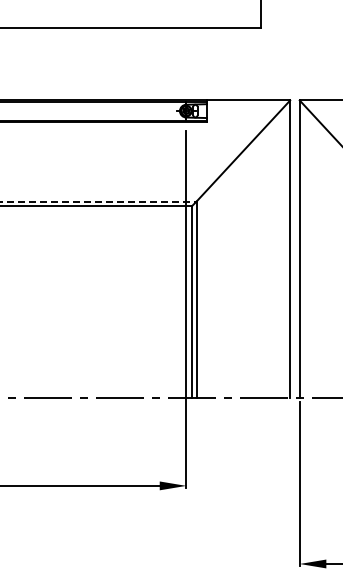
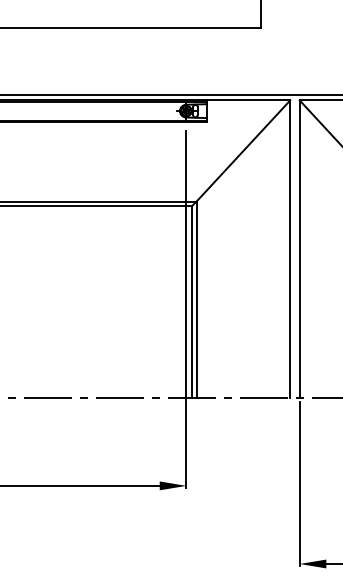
line at (170, 95): none -> present
line at (98, 201): dashed -> solid
